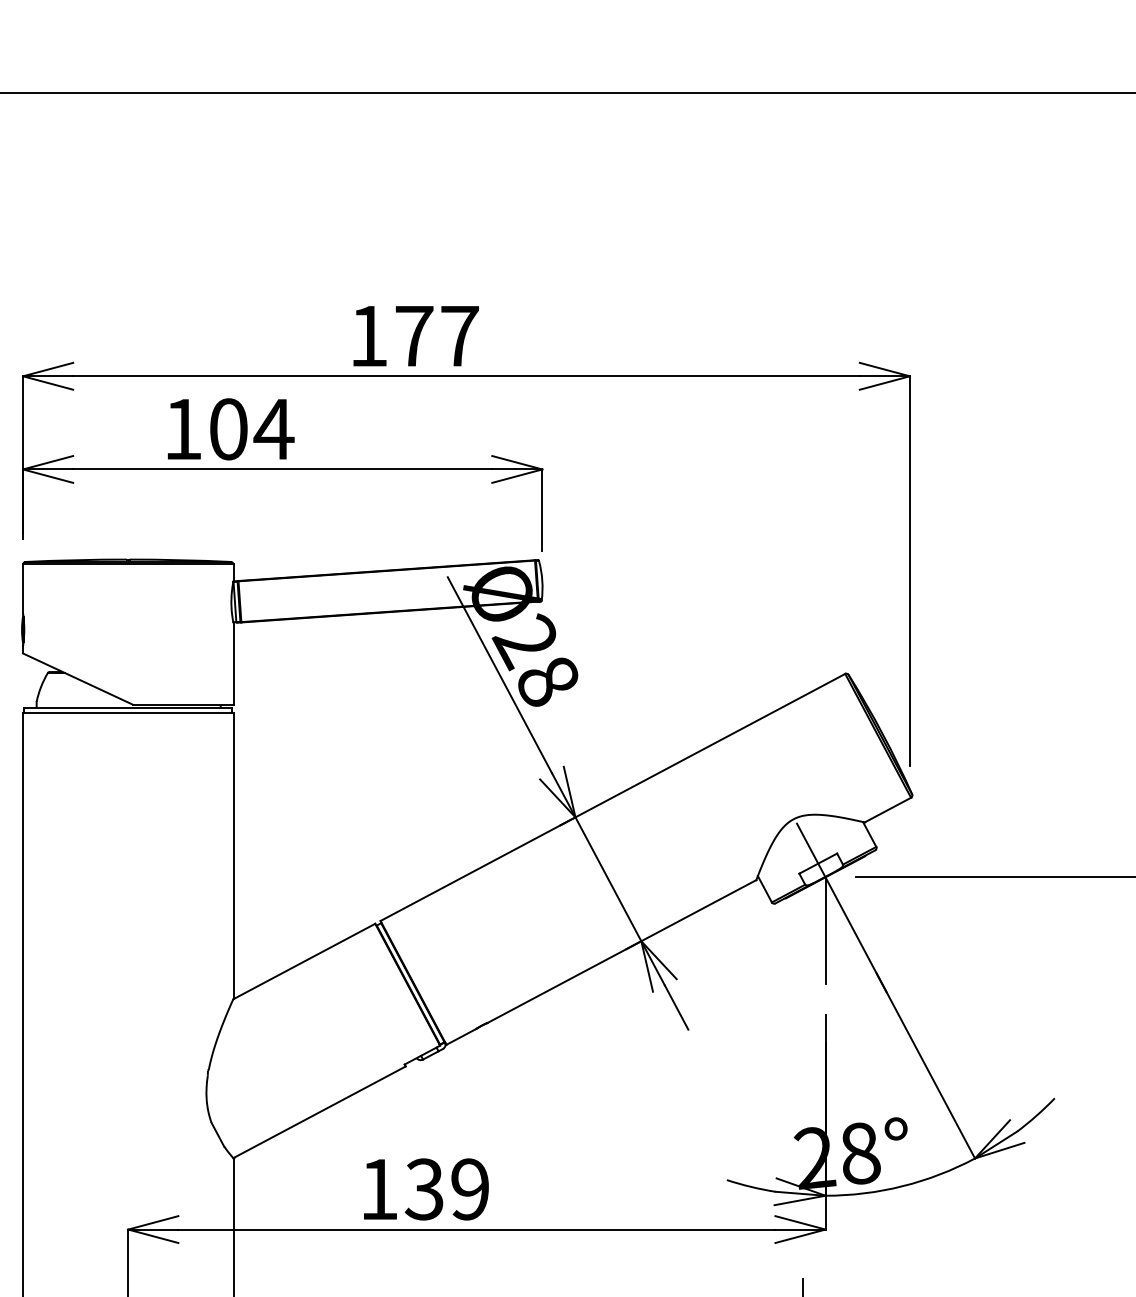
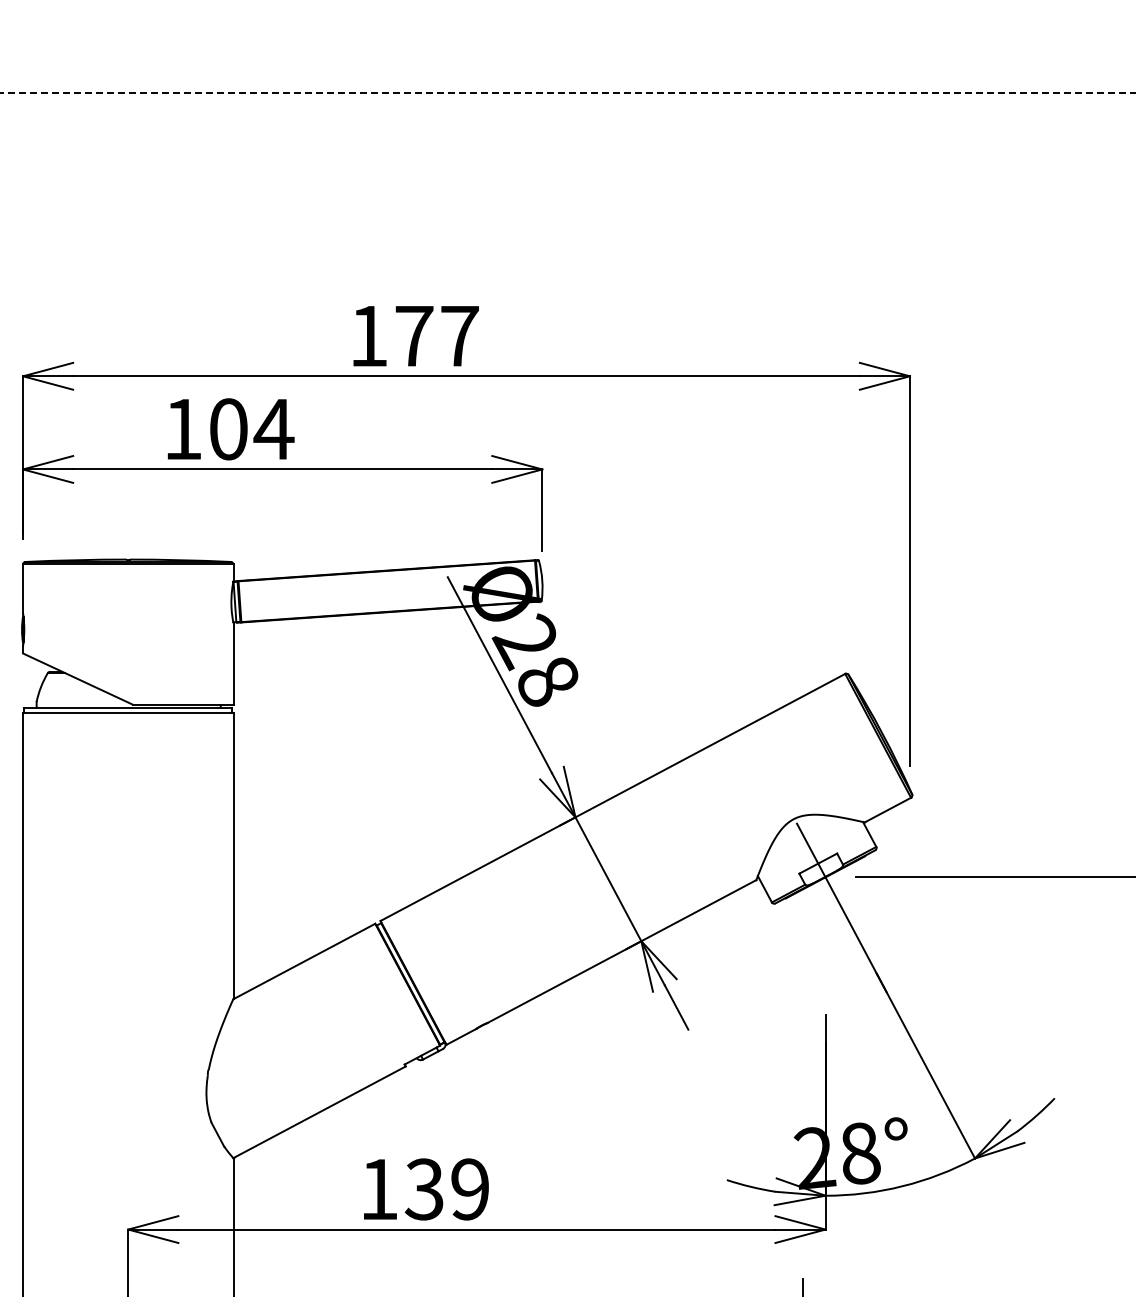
line at (567, 93): solid -> dashed
line at (825, 930): present -> none
